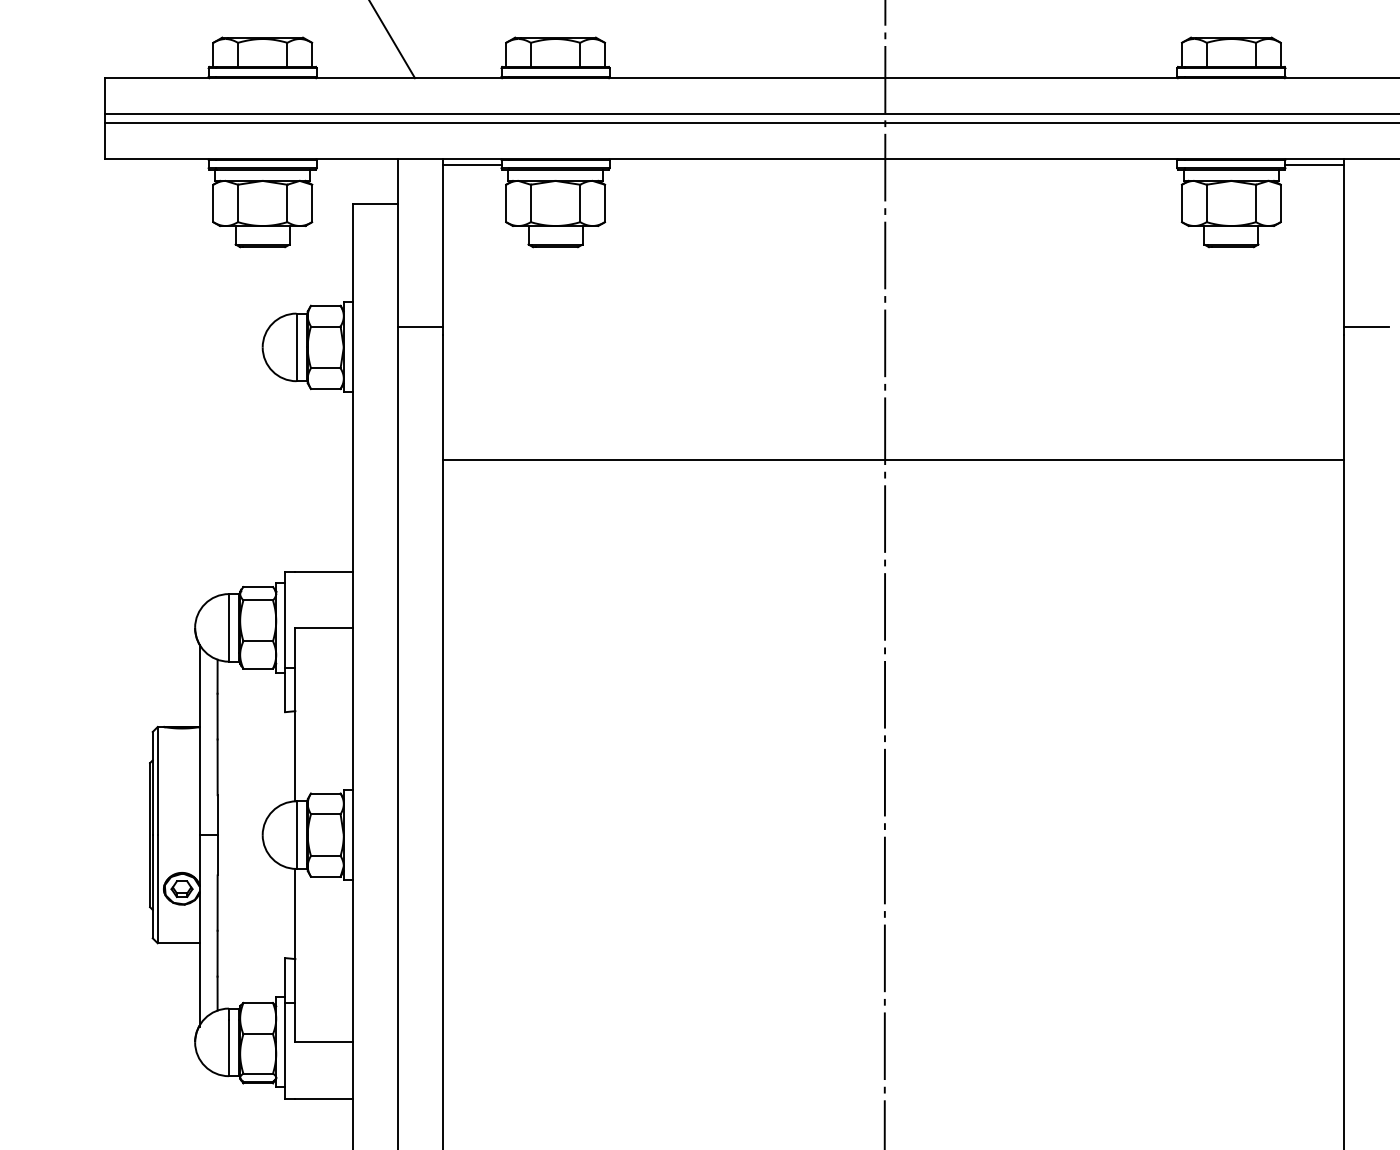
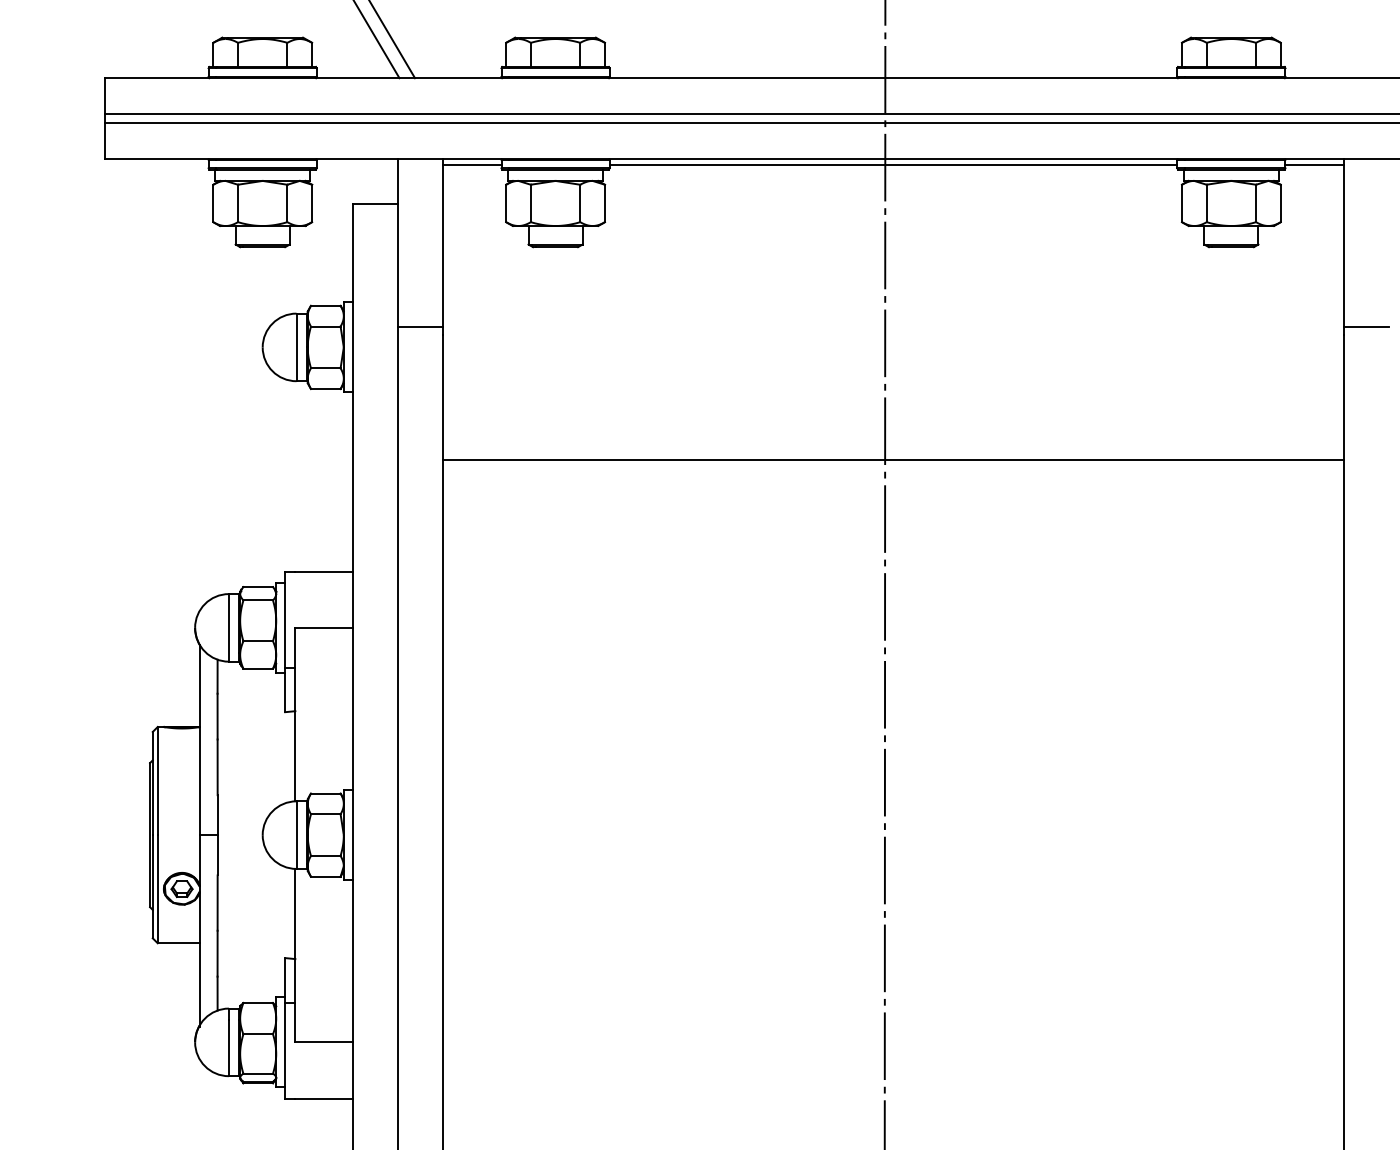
line at (376, 40): none -> present
line at (893, 164): none -> present
